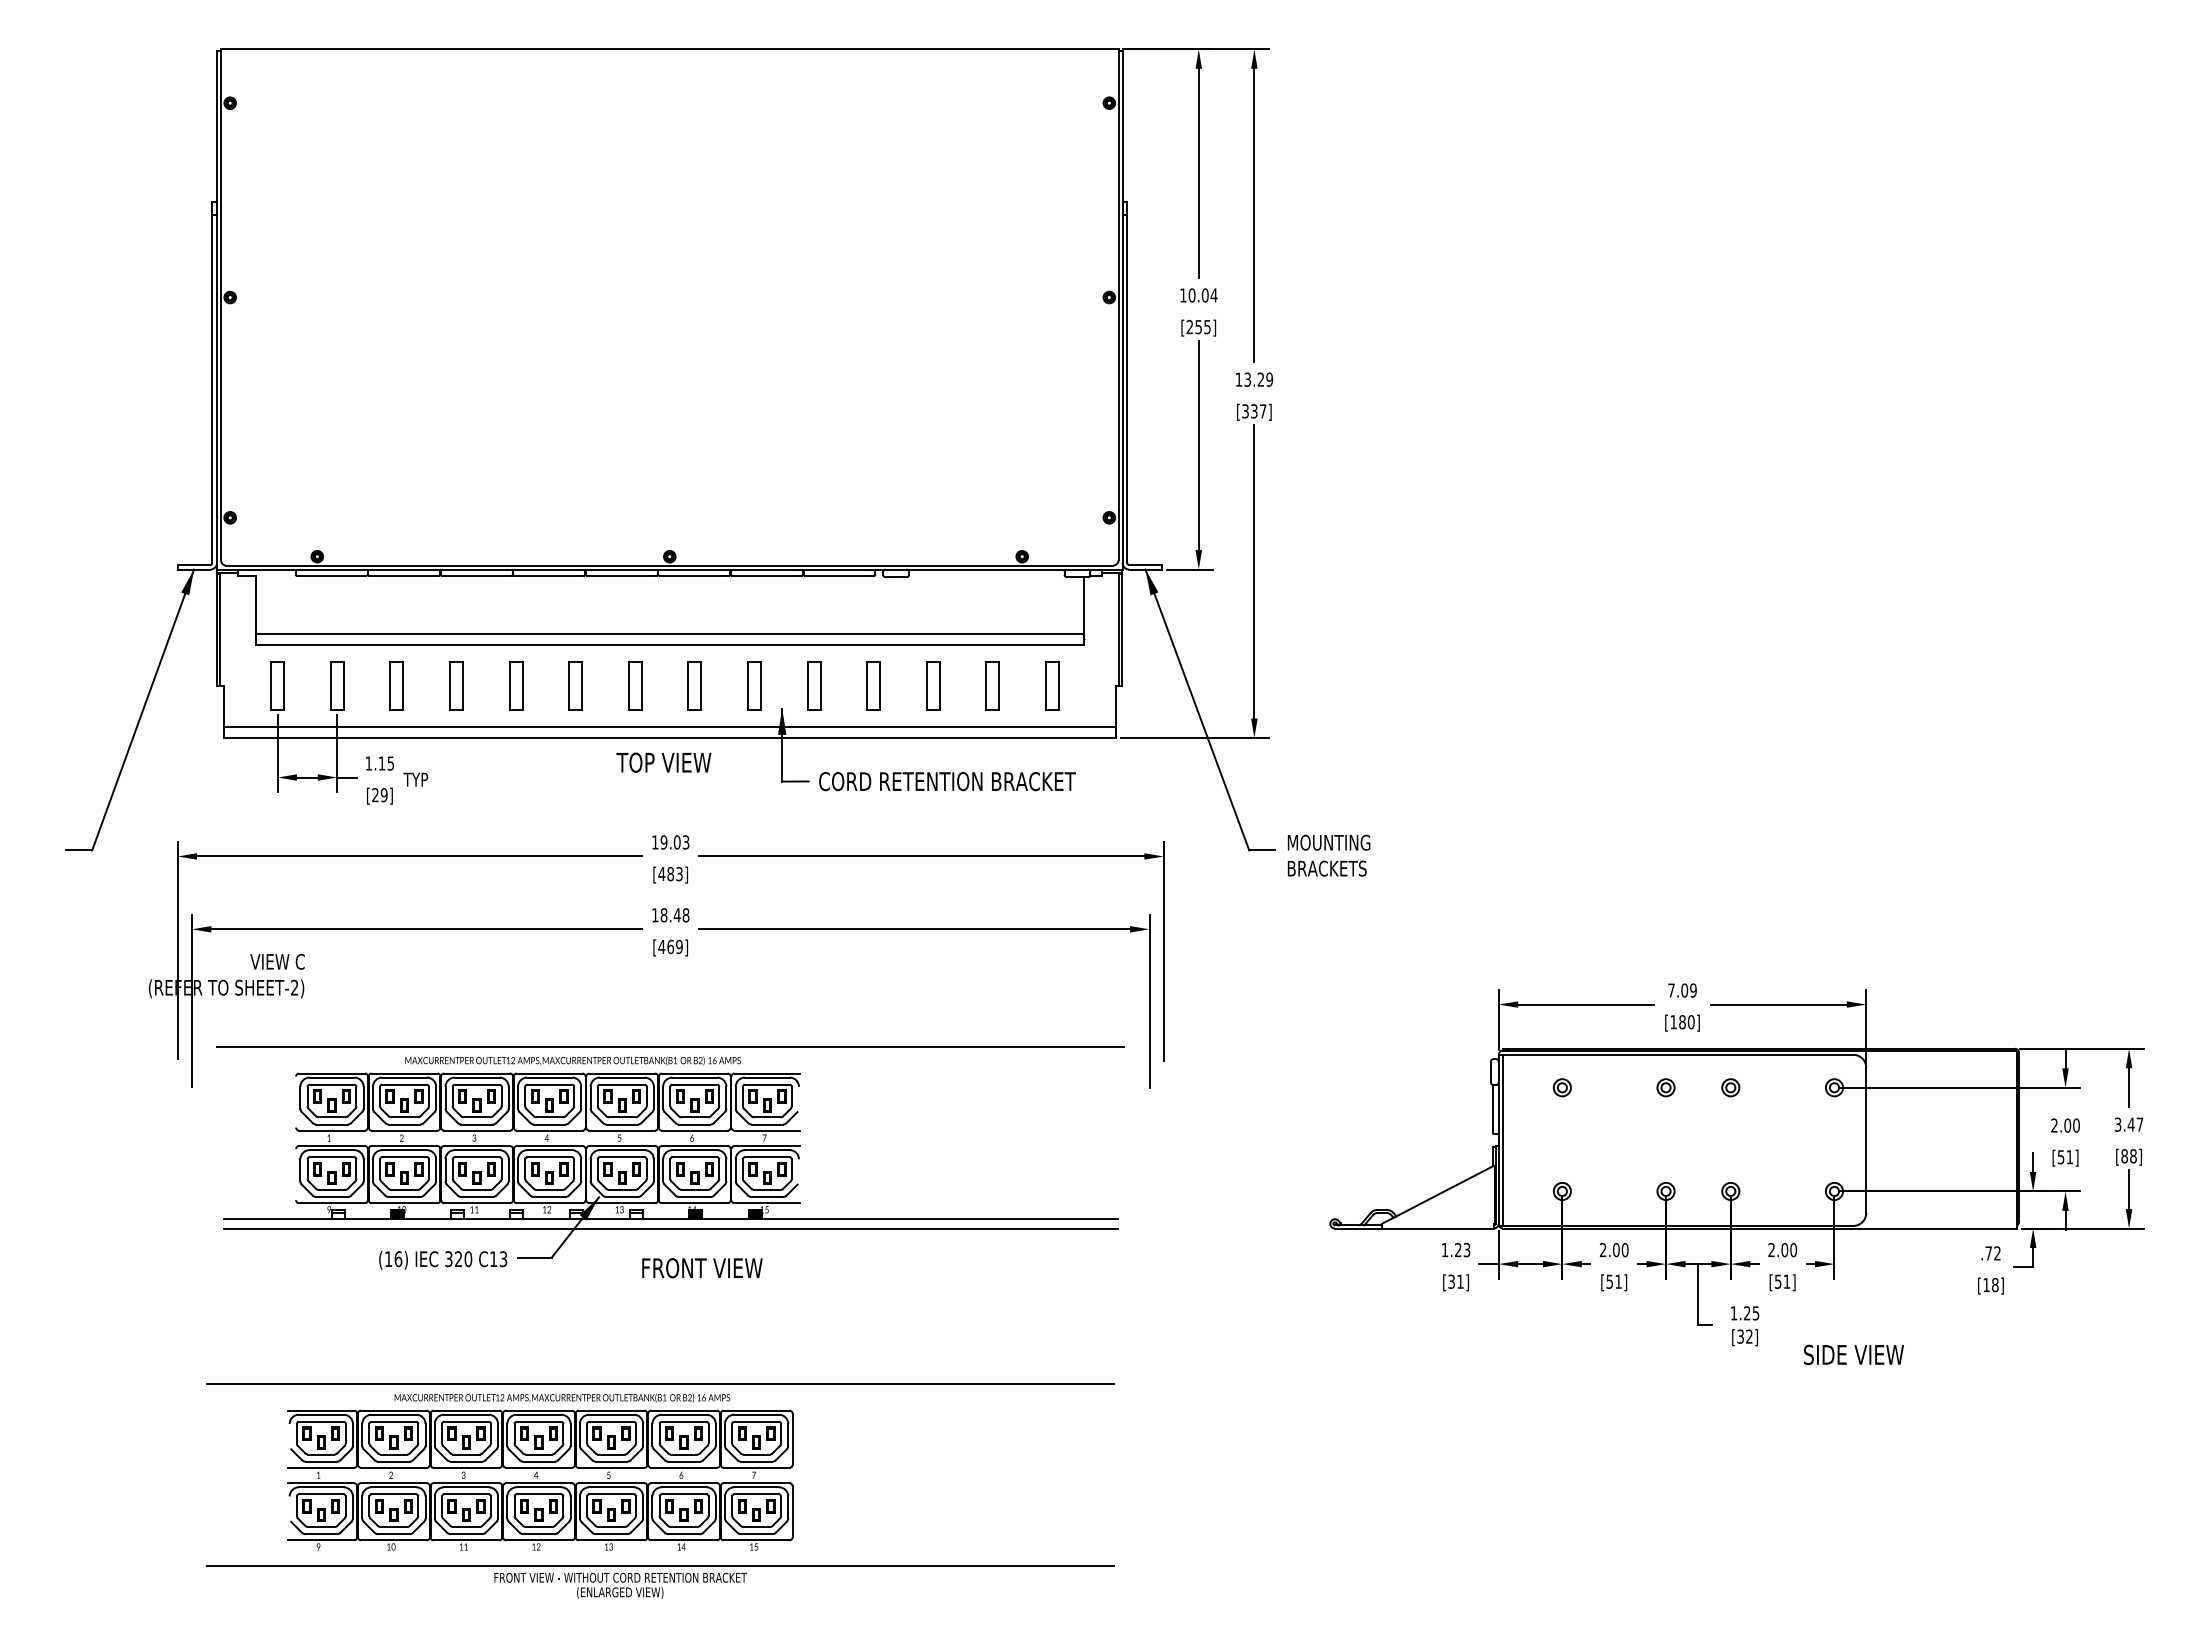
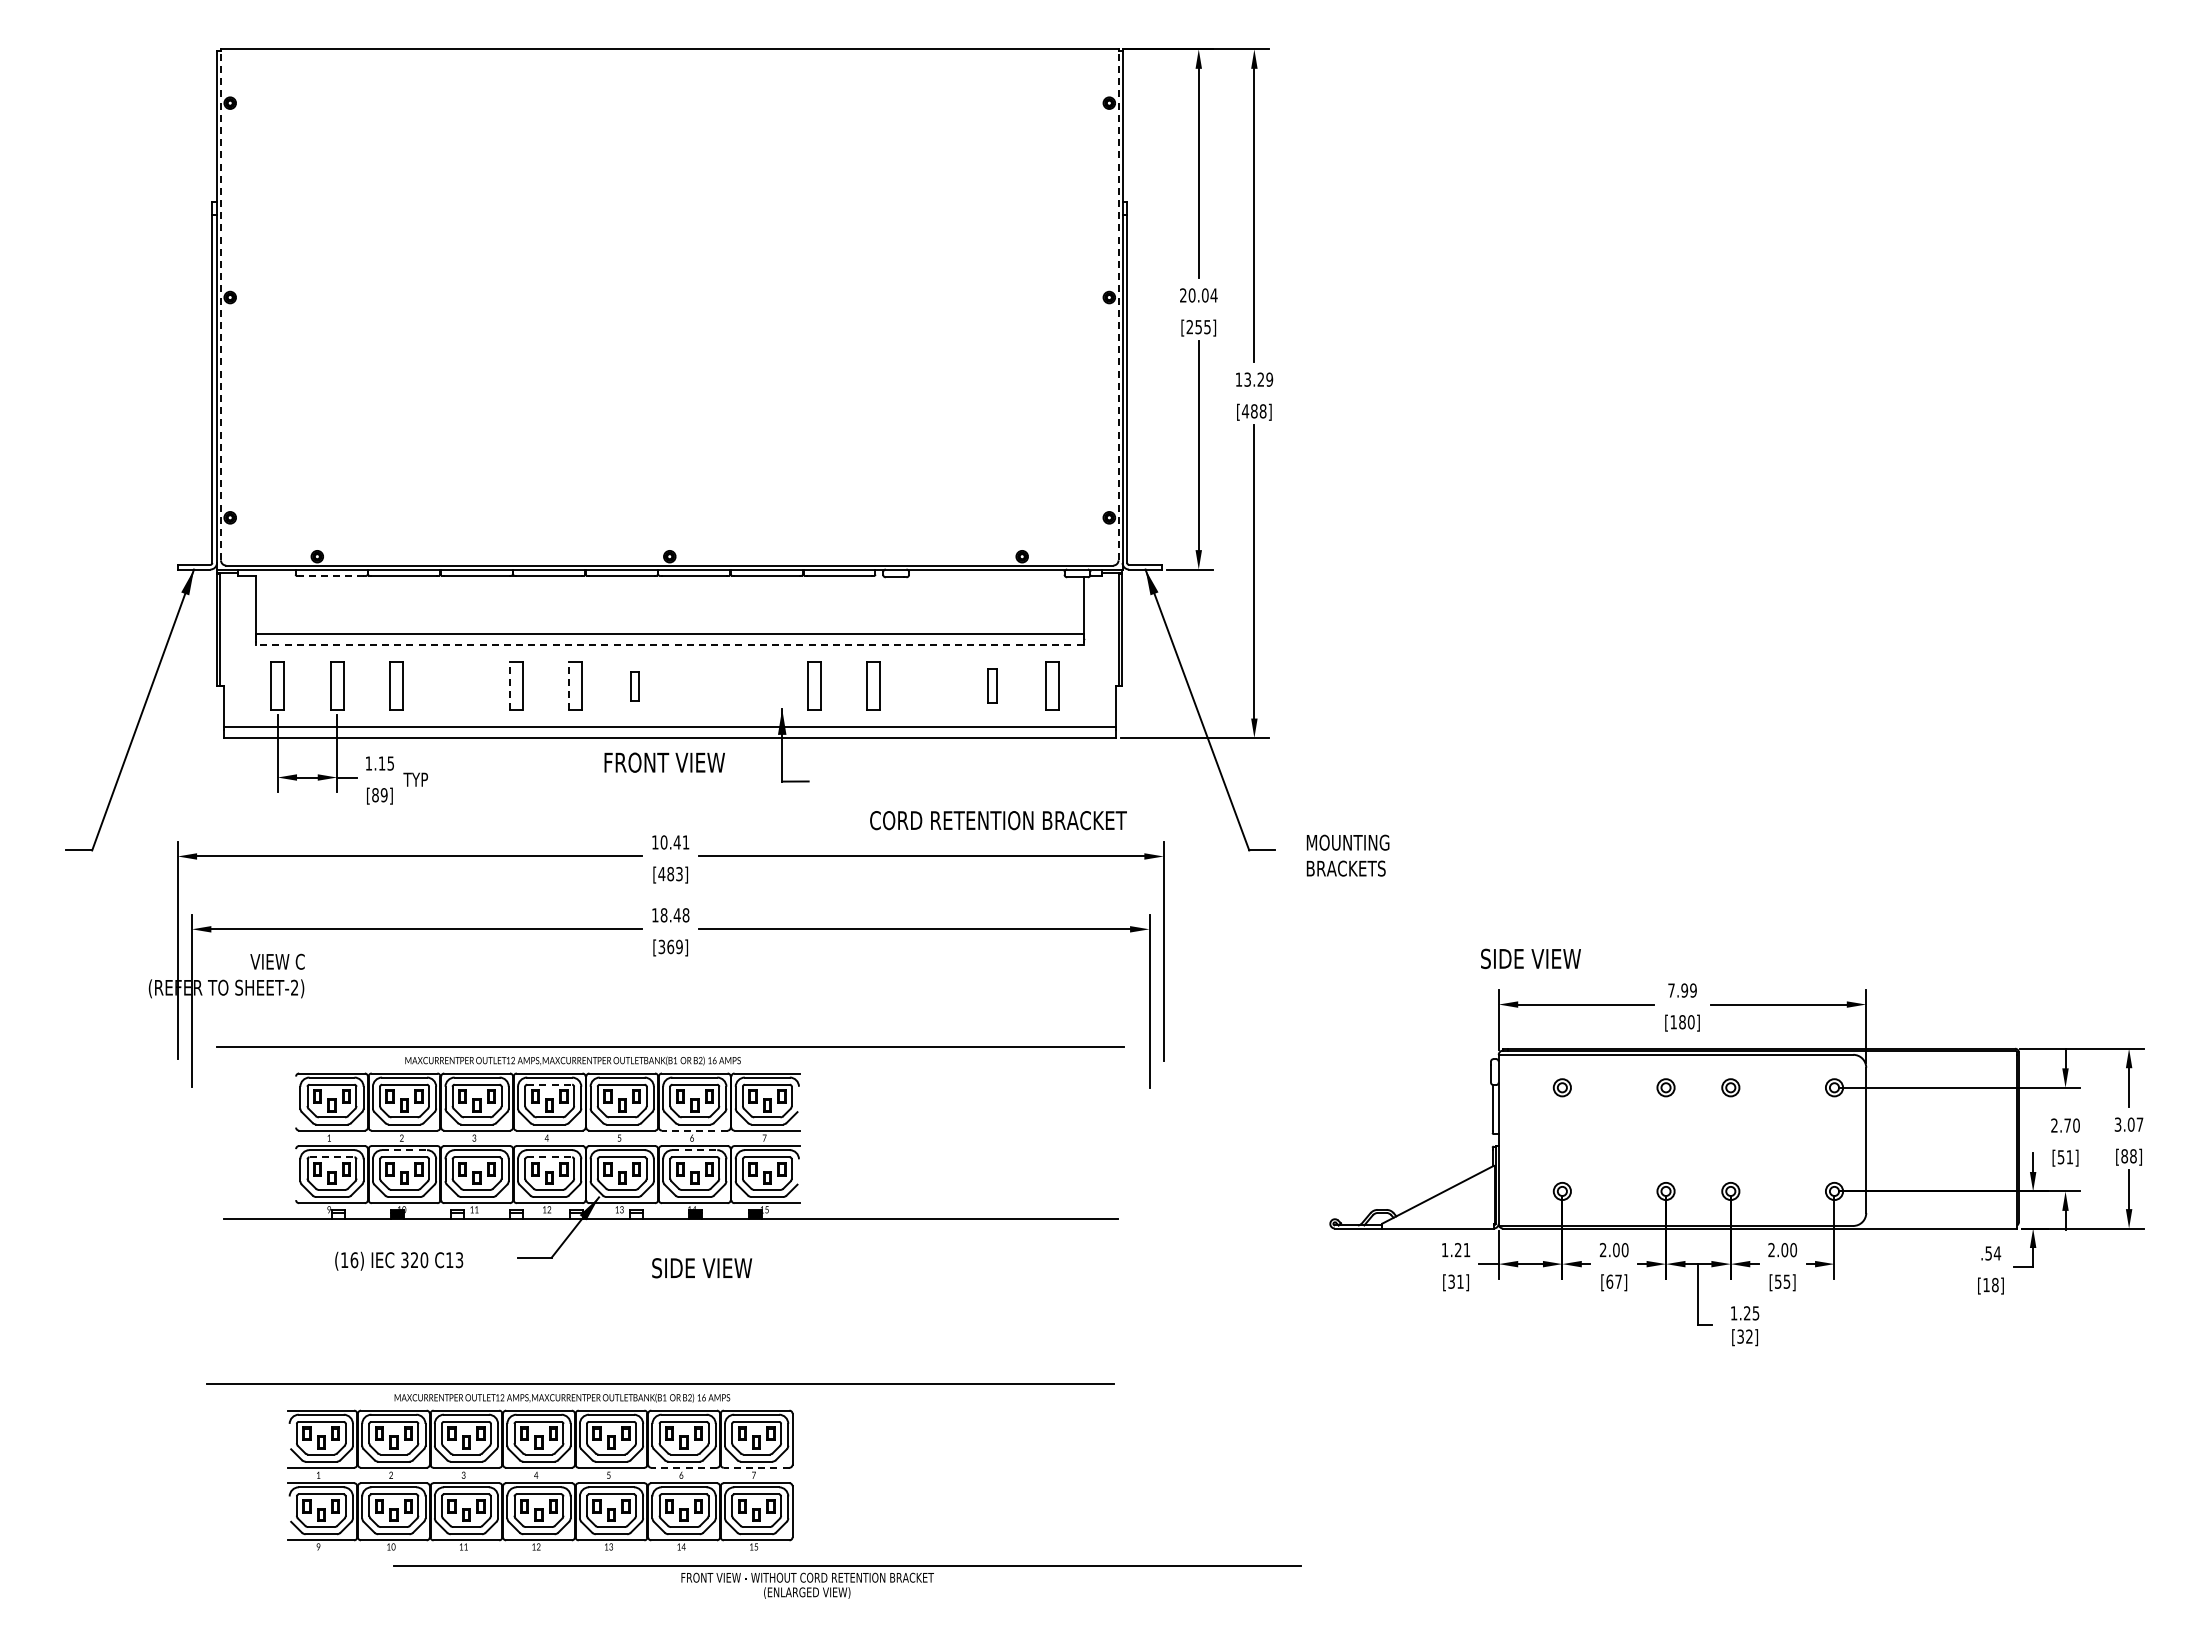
text at (1183, 295): 10.04 -> 20.04
line at (221, 305): solid -> dashed
line at (1118, 305): solid -> dashed
text at (1253, 411): [337] -> [488]
line at (331, 575): solid -> dashed
line at (669, 644): solid -> dashed
part at (456, 685): present -> none
line at (510, 685): solid -> dashed
line at (569, 685): solid -> dashed
part at (635, 685) size: 15x50 px -> 10x31 px
part at (694, 685): present -> none
part at (754, 685): present -> none
part at (933, 685): present -> none
part at (992, 685) size: 15x50 px -> 11x36 px
text at (664, 762): TOP VIEW -> FRONT VIEW
text at (947, 781) position: (947, 781) -> (998, 820)
text at (375, 795): [29] -> [89]
text at (674, 842): 19.03 -> 10.41
text at (1328, 855) position: (1328, 855) -> (1347, 855)
text at (661, 946): [469] -> [369]
text at (1684, 990): 7.09 -> 7.99
line at (550, 1084): solid -> dashed
text at (2130, 1124): 3.47 -> 3.07
text at (2067, 1125): 2.00 -> 2.70
line at (694, 1130): solid -> dashed
line at (1503, 1139): present -> none
line at (405, 1150): solid -> dashed
line at (695, 1150): solid -> dashed
line at (332, 1157): solid -> dashed
line at (550, 1157): solid -> dashed
line at (670, 1228): present -> none
text at (1466, 1249): 1.23 -> 1.21
text at (1993, 1253): .72 -> .54
text at (443, 1259) position: (443, 1259) -> (399, 1260)
text at (702, 1268): FRONT VIEW -> SIDE VIEW
text at (1613, 1281): [51] -> [67]
text at (1786, 1281): [51] -> [55]
text at (1853, 1354) position: (1853, 1354) -> (1530, 958)
line at (684, 1467): solid -> dashed
line at (756, 1467): solid -> dashed
part at (660, 1581) position: (660, 1581) -> (847, 1581)
